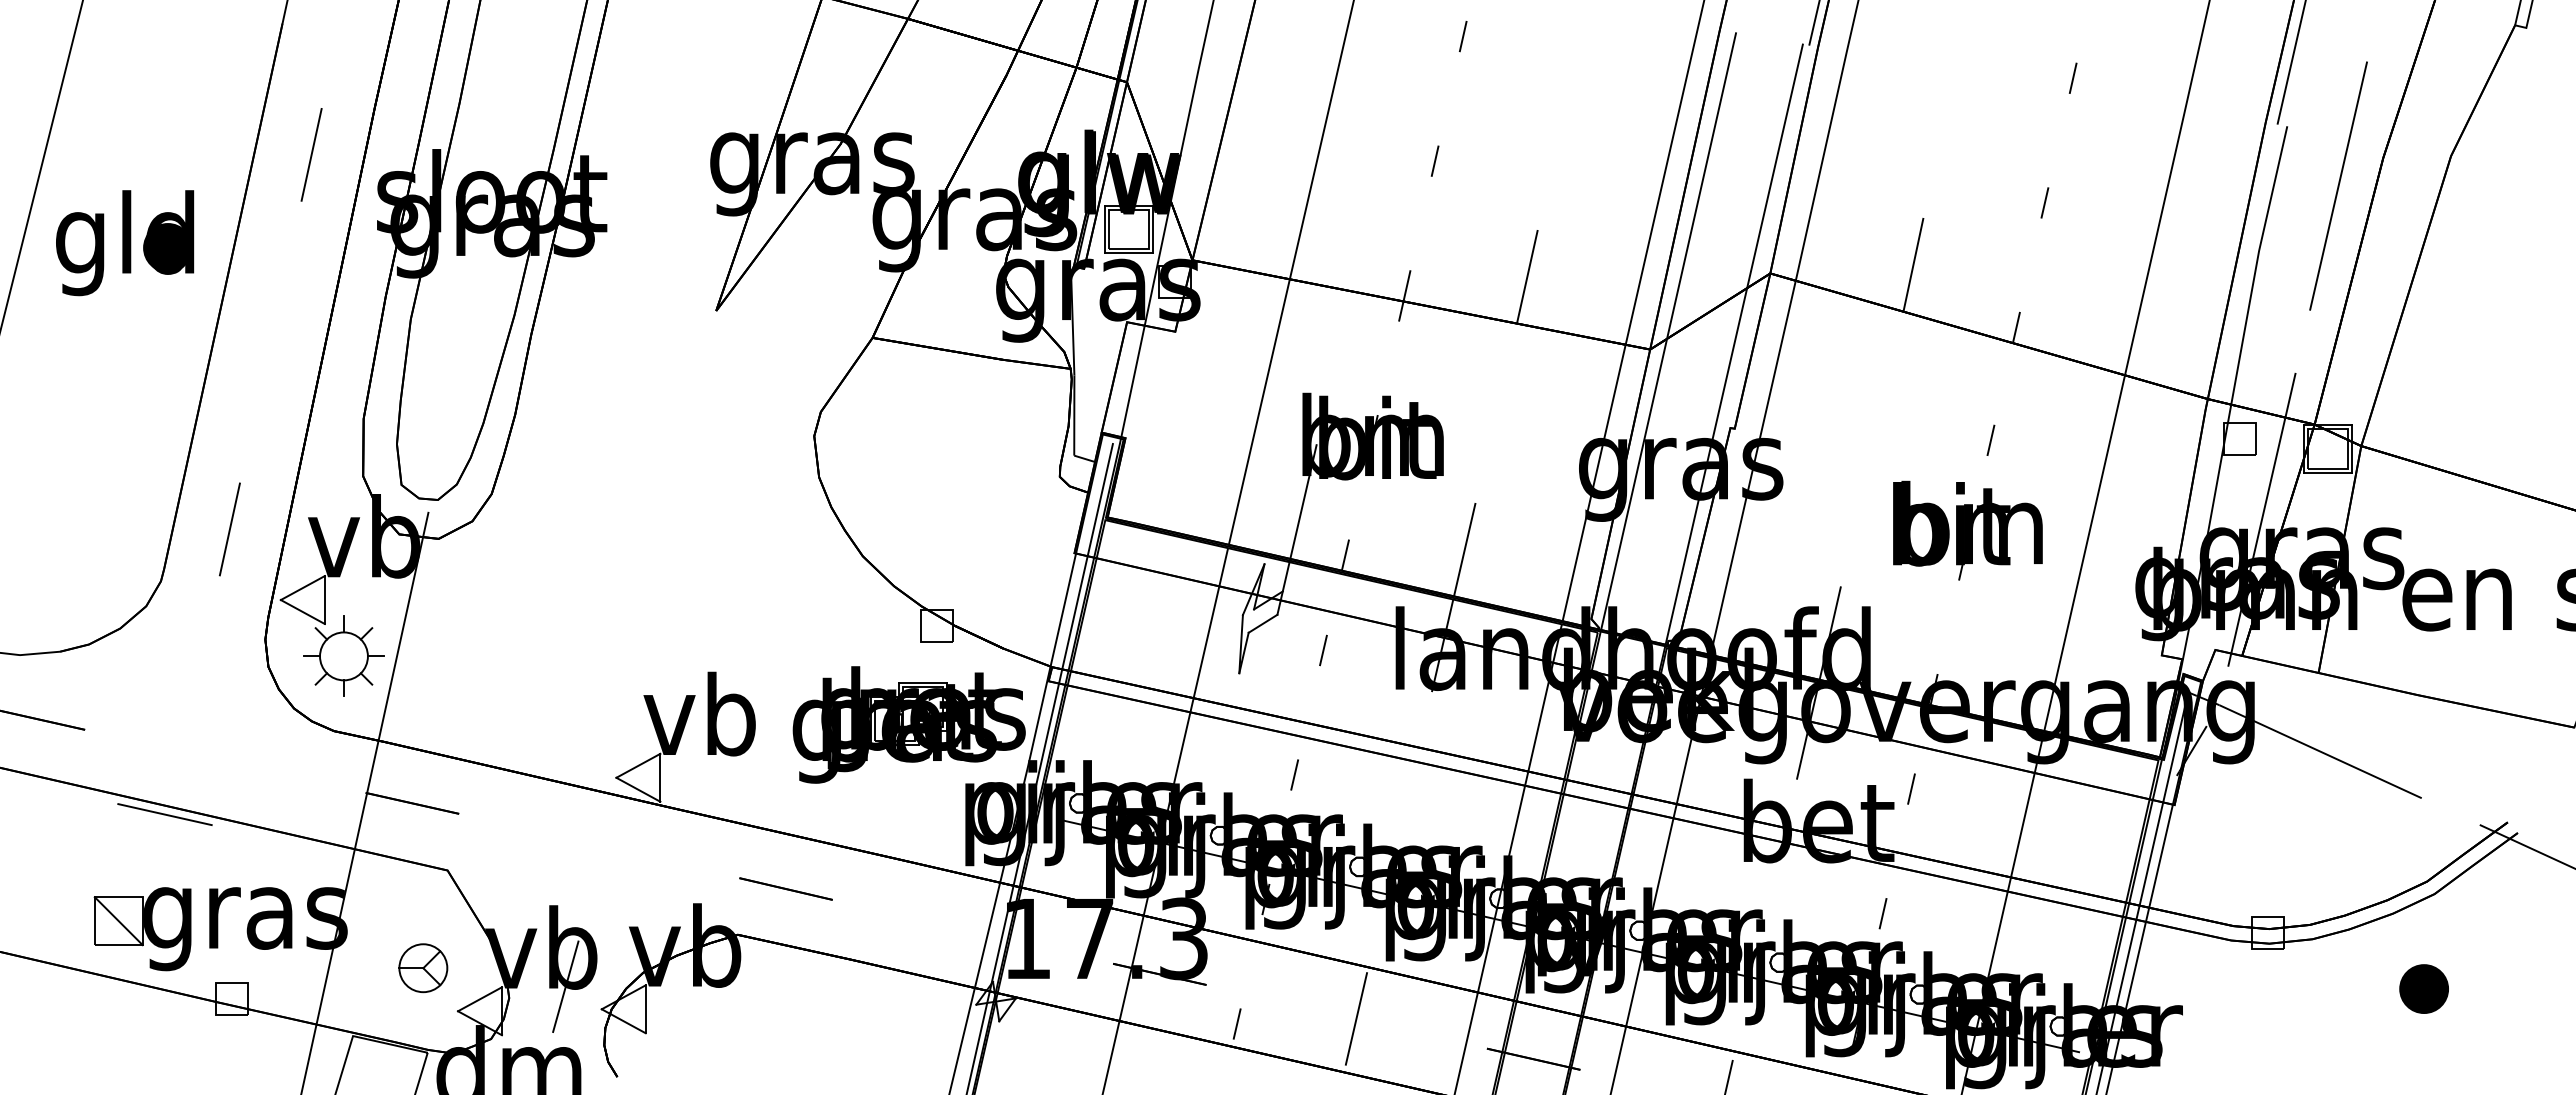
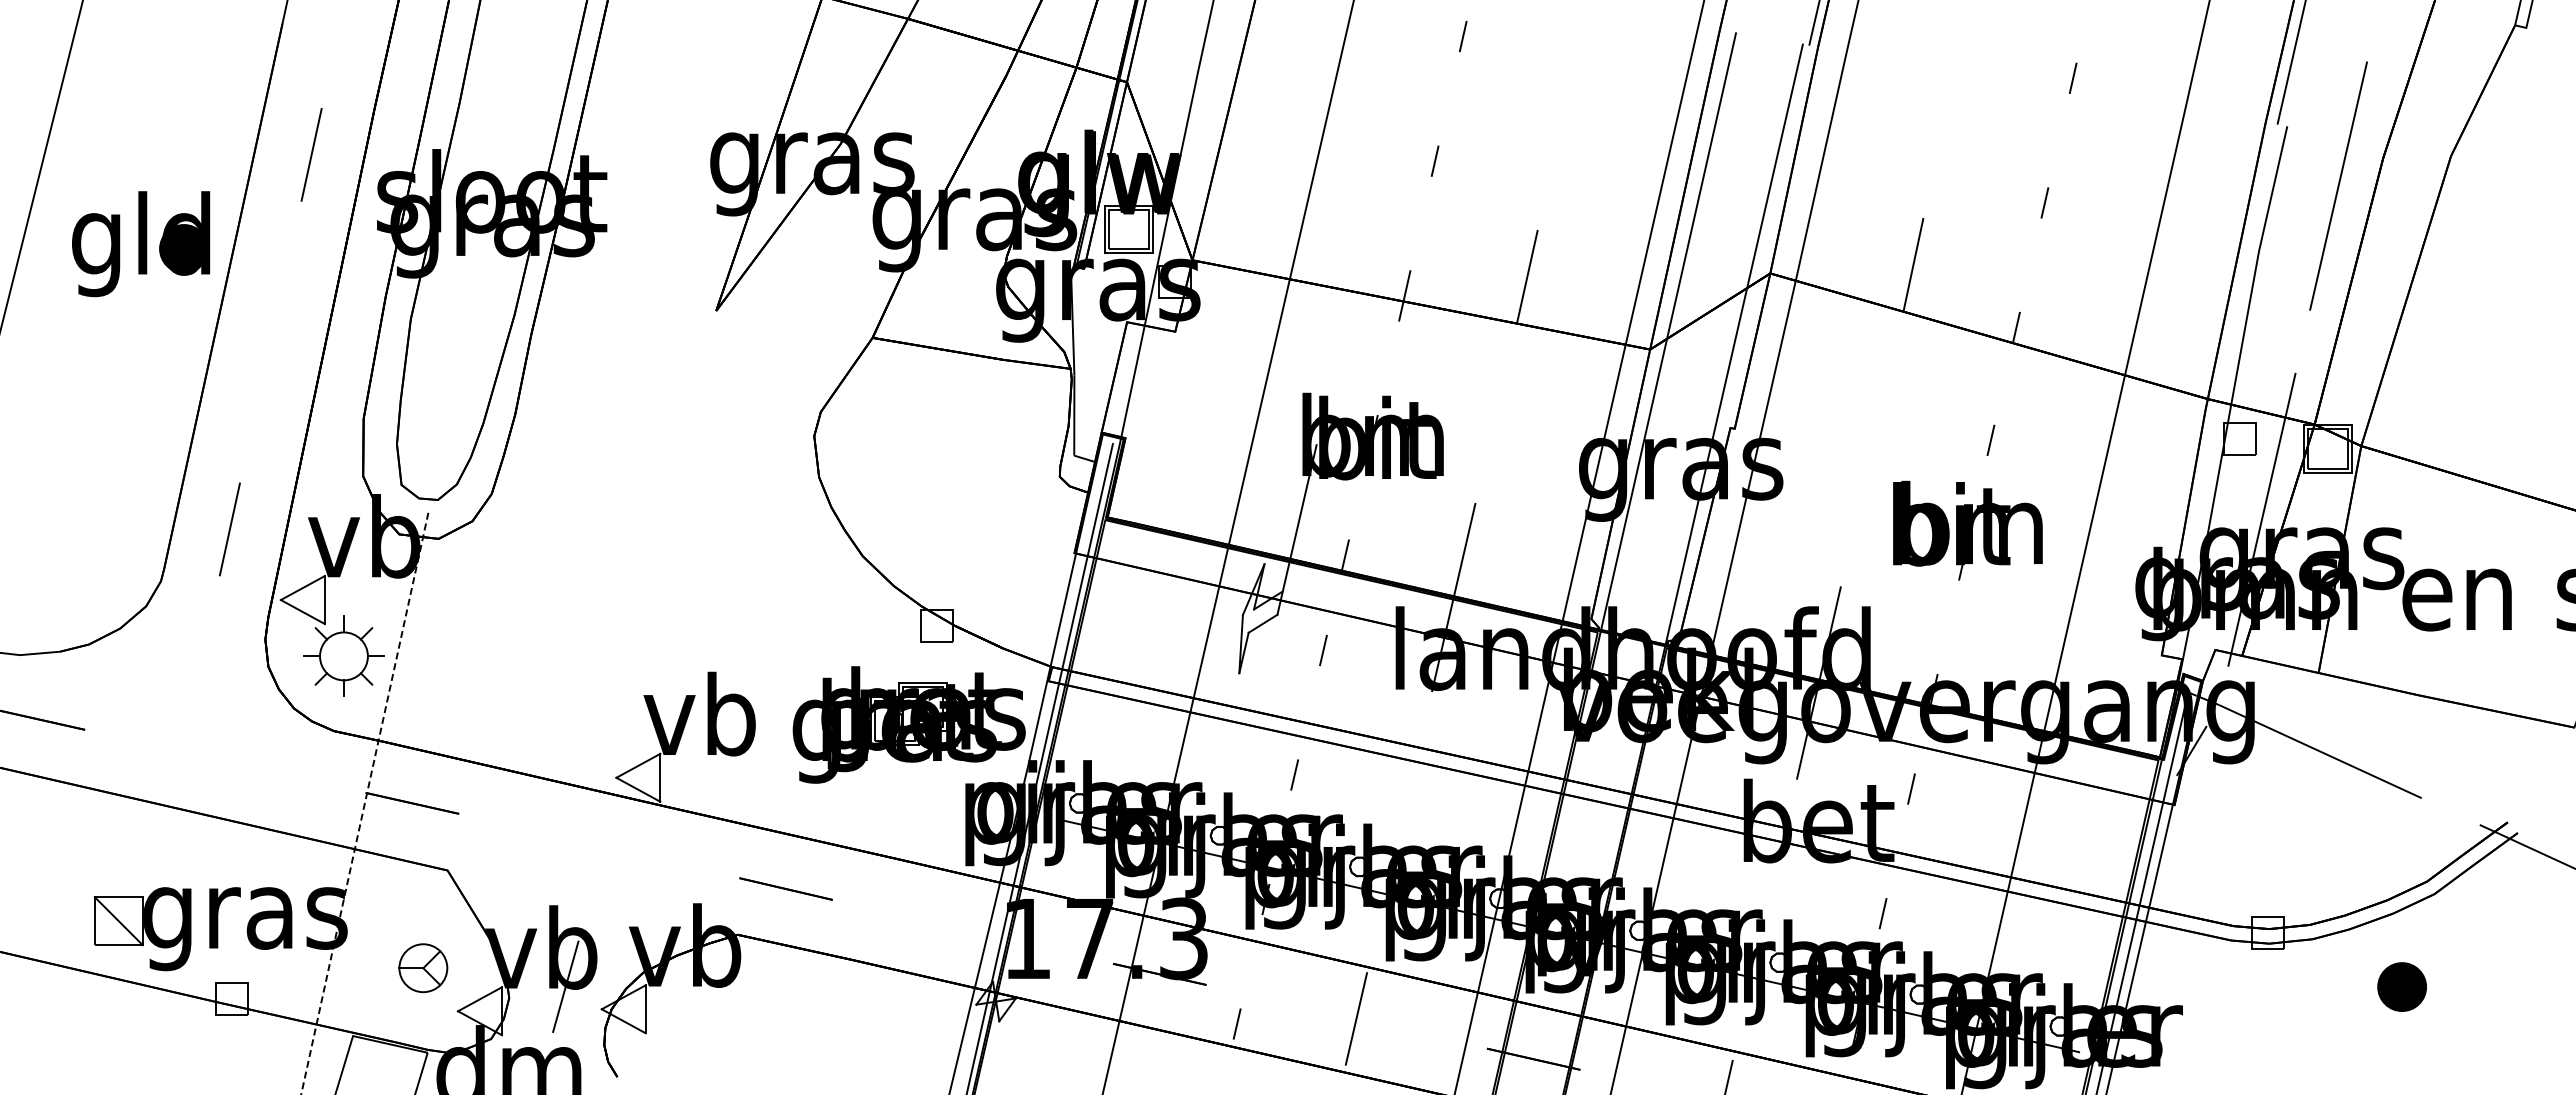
part at (125, 243) position: (125, 243) -> (141, 244)
line at (364, 803): solid -> dashed
line at (164, 814): present -> none
part at (2423, 988) position: (2423, 988) -> (2401, 986)
